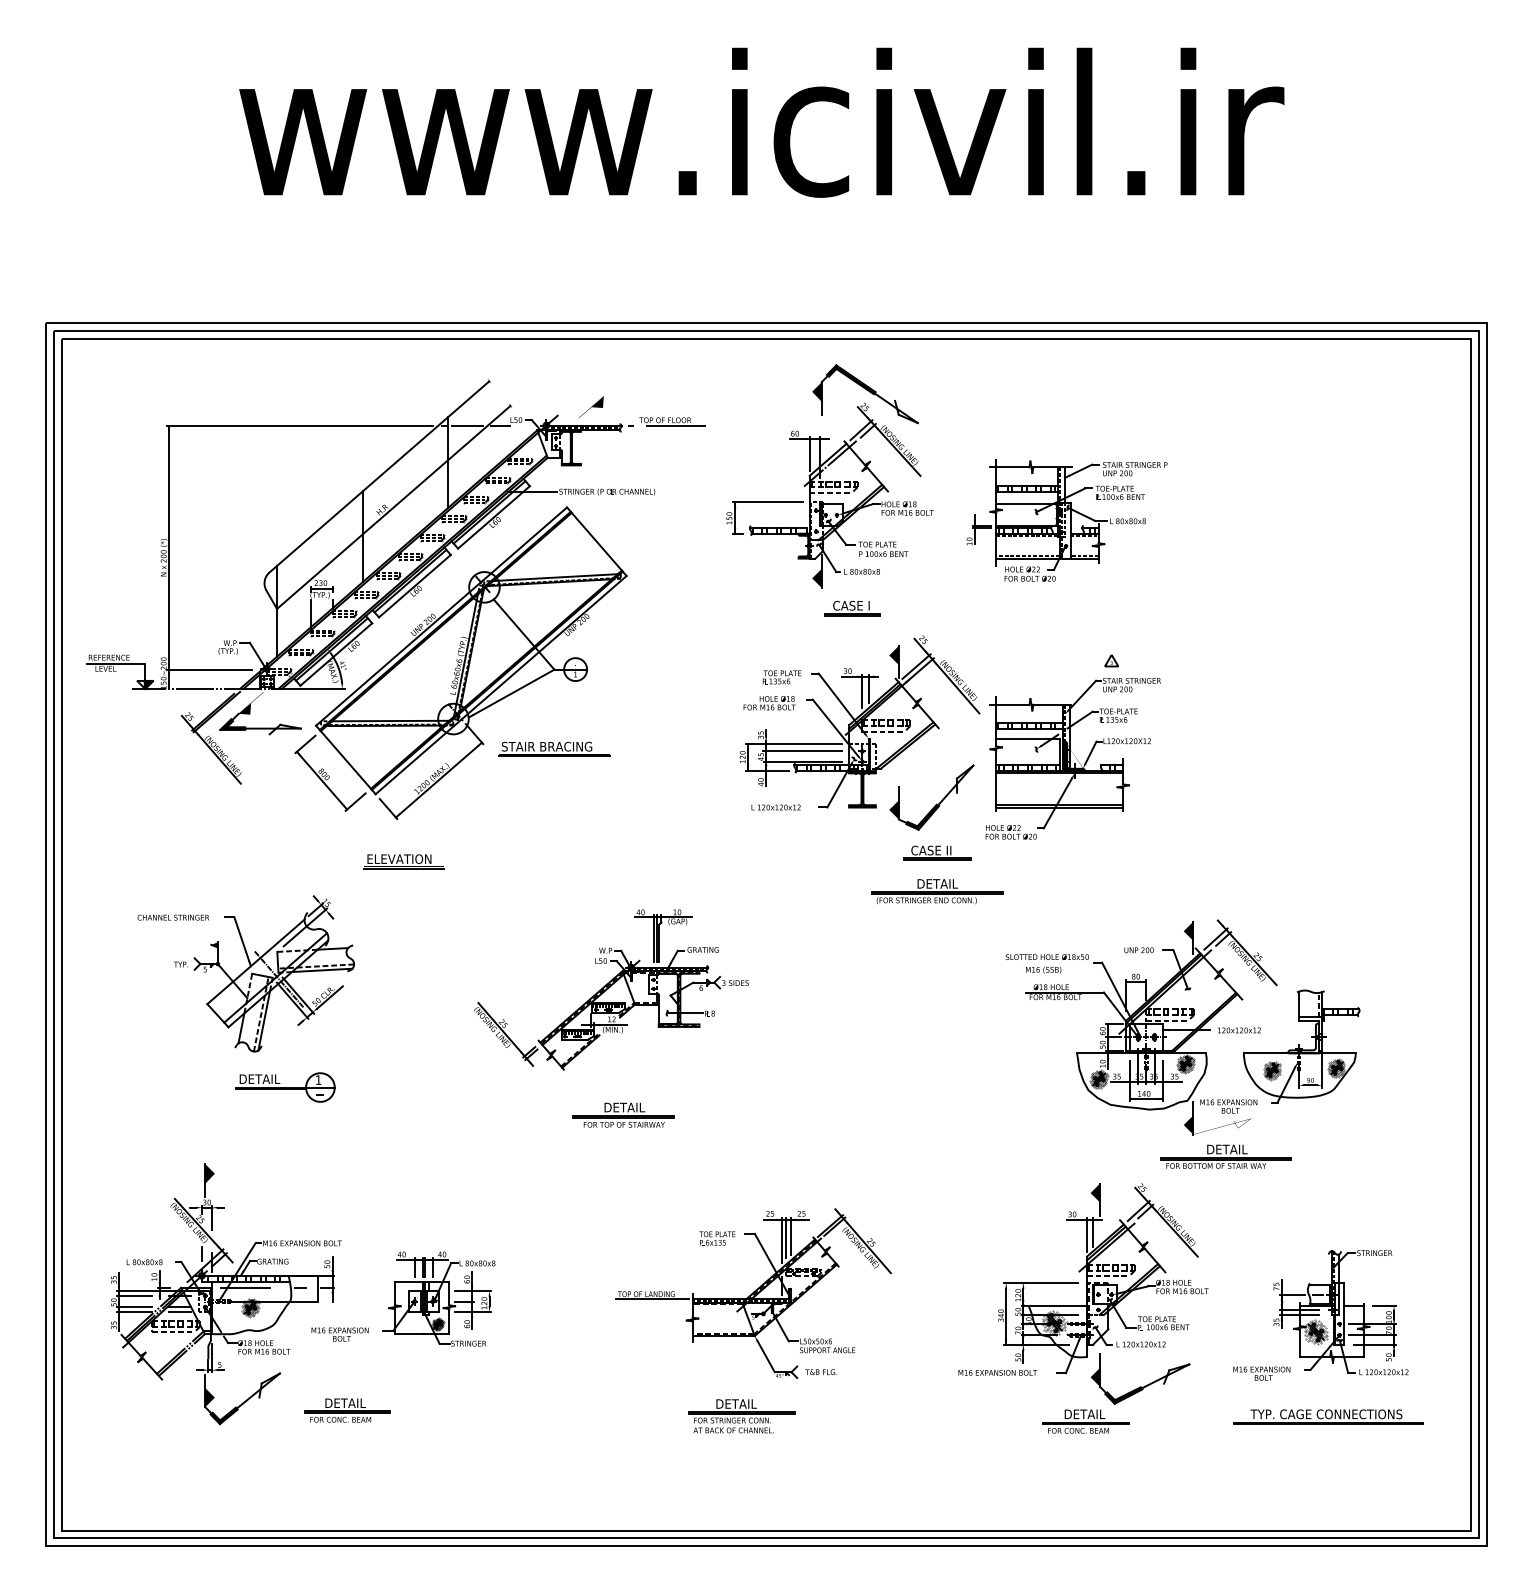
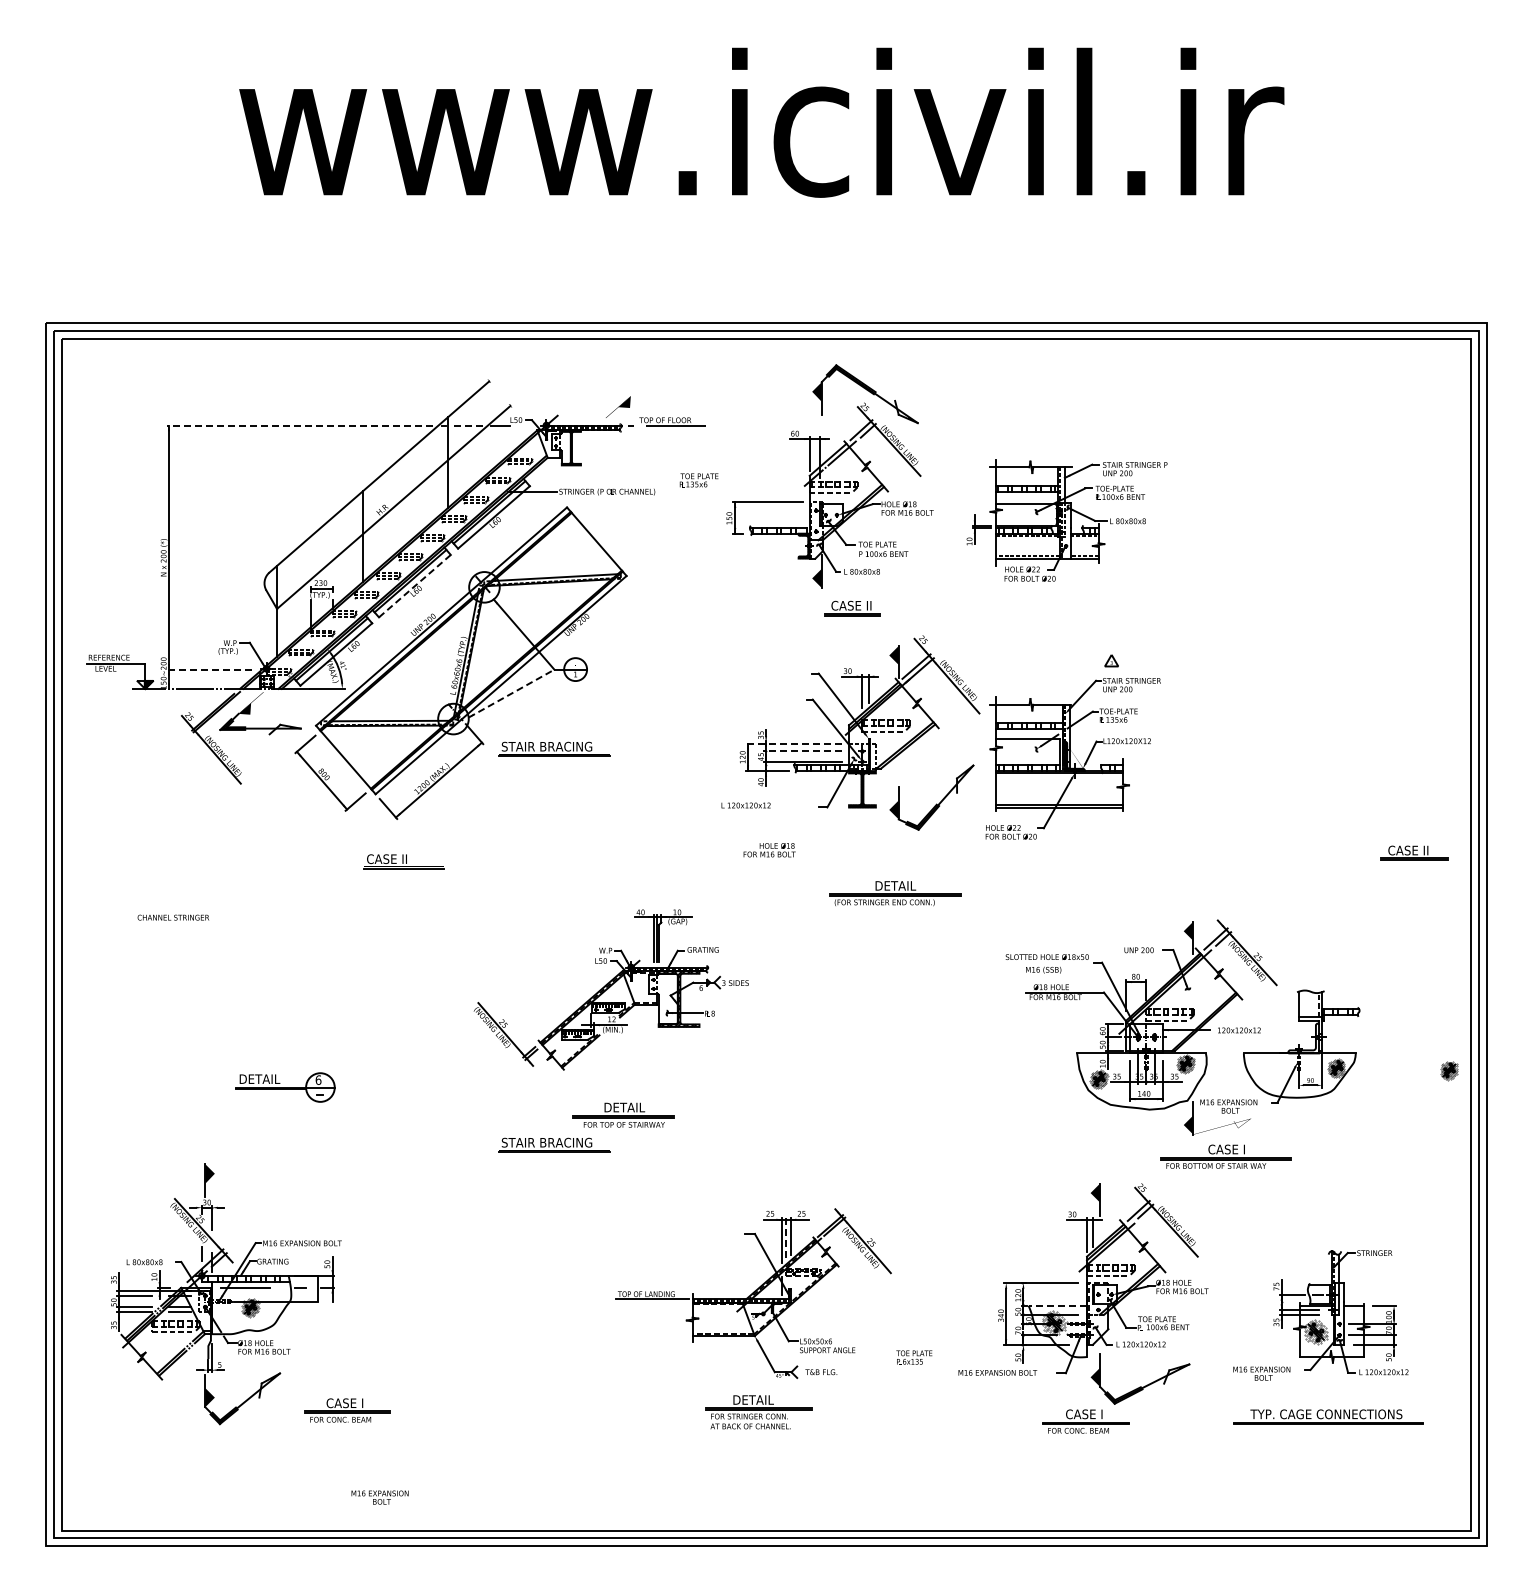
part at (591, 406) position: (591, 406) -> (618, 406)
line at (299, 425): solid -> dashed
line at (467, 425): solid -> dashed
line at (414, 586): solid -> dashed
text at (851, 605): CASE I -> CASE II
line at (209, 669): solid -> dashed
text at (781, 677) position: (781, 677) -> (698, 480)
line at (512, 693): solid -> dashed
text at (769, 703) position: (769, 703) -> (769, 850)
line at (794, 743): solid -> dashed
line at (802, 751): solid -> dashed
text at (775, 807) position: (775, 807) -> (745, 805)
part at (937, 852) position: (937, 852) -> (1414, 852)
text at (399, 859): ELEVATION -> CASE II
part at (937, 891) position: (937, 891) -> (895, 893)
part at (264, 973): present -> none
part at (1272, 1071) position: (1272, 1071) -> (1449, 1071)
text at (318, 1079): 1 -> 6
part at (554, 1144): none -> present
text at (1227, 1149): DETAIL -> CASE I
line at (786, 1237): solid -> dashed
text at (717, 1238) position: (717, 1238) -> (914, 1357)
part at (438, 1298): present -> none
line at (1057, 1305): solid -> dashed
text at (339, 1334) position: (339, 1334) -> (379, 1497)
text at (345, 1403): DETAIL -> CASE I
text at (1084, 1414): DETAIL -> CASE I
part at (741, 1416) position: (741, 1416) -> (758, 1412)
